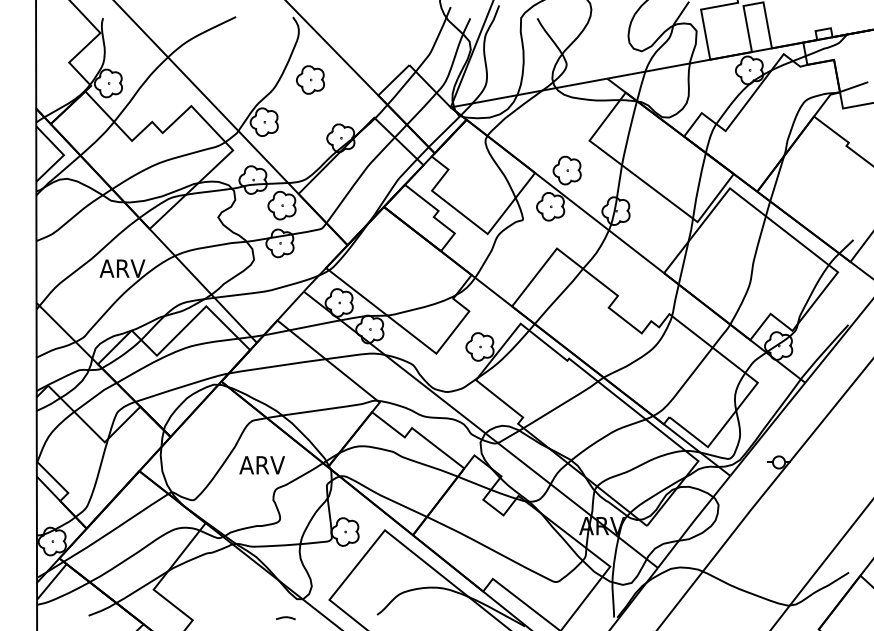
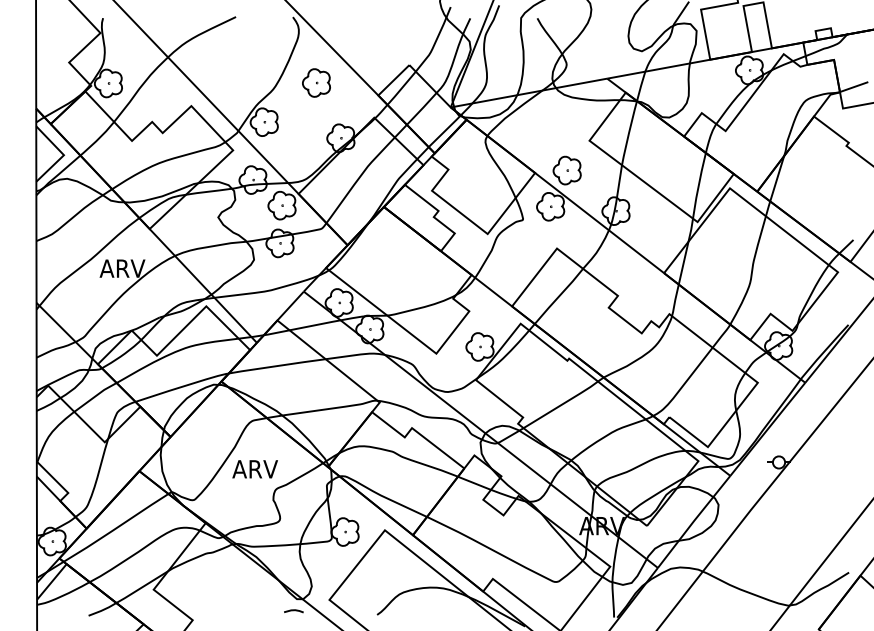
part at (310, 79) position: (310, 79) -> (316, 82)
text at (261, 465) position: (261, 465) -> (254, 469)
line at (285, 618) position: (285, 618) -> (293, 611)
